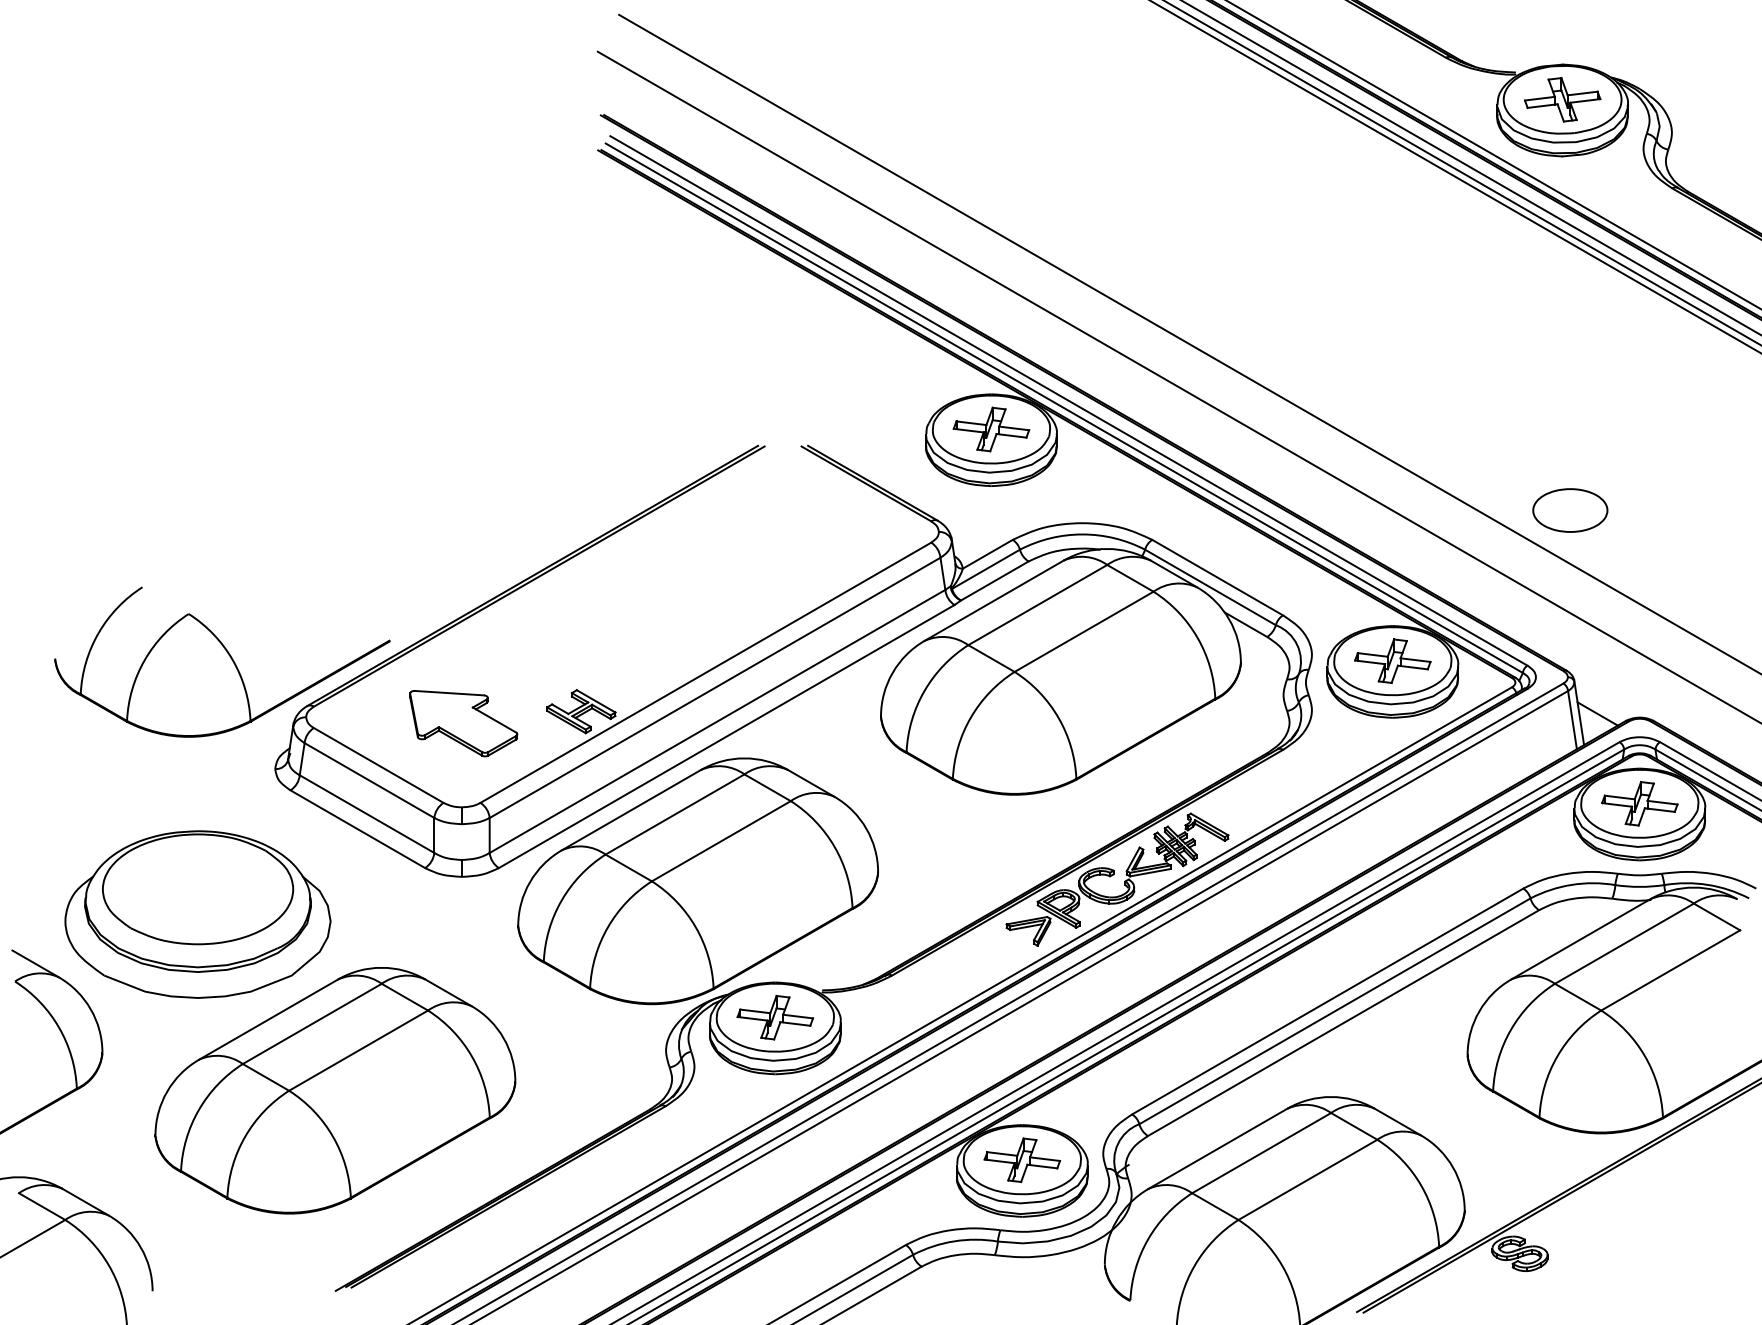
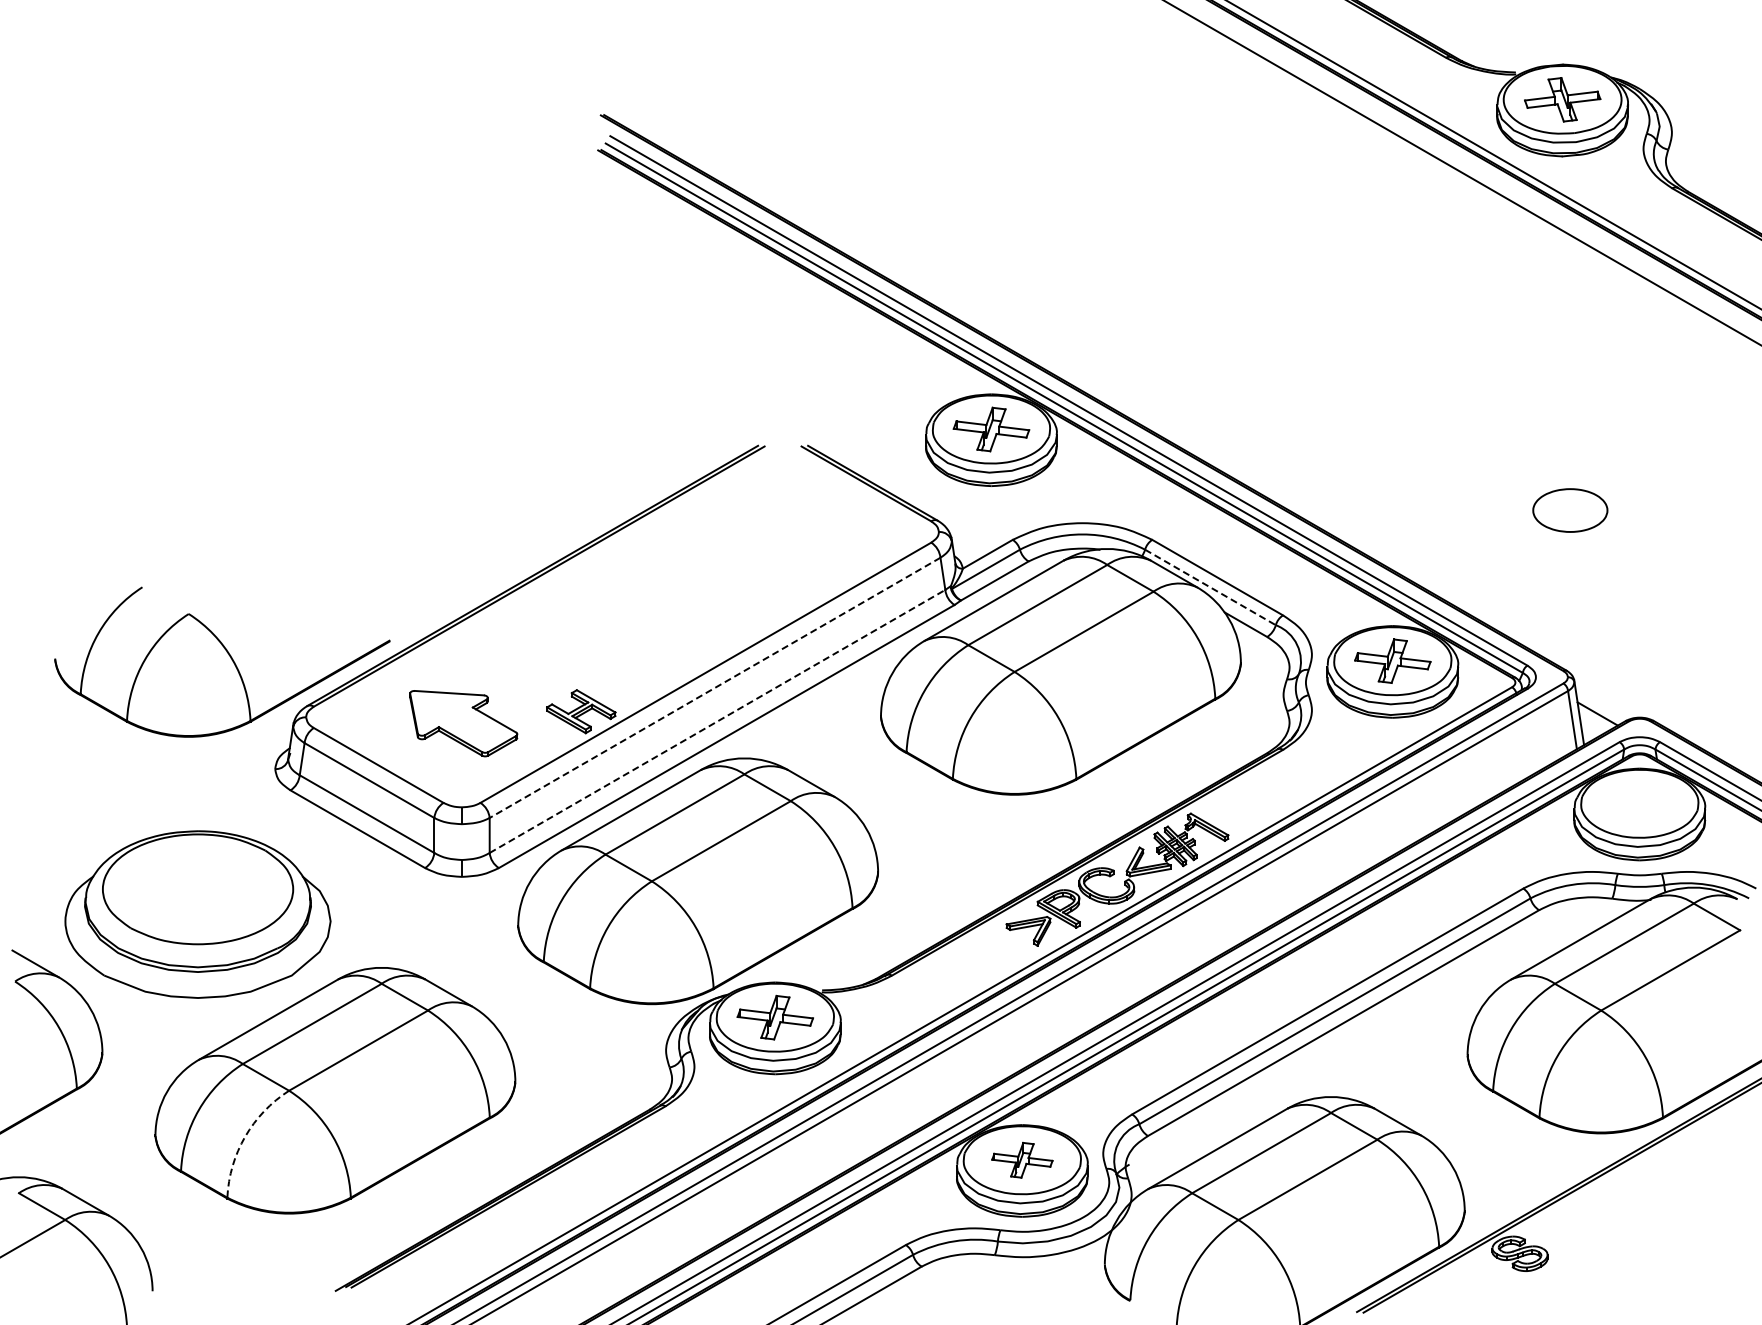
line at (1471, 167): present -> none
line at (1455, 177): present -> none
line at (1188, 343): present -> none
line at (1177, 386): present -> none
line at (1210, 587): solid -> dashed
line at (714, 688): solid -> dashed
line at (717, 721): solid -> dashed
part at (1639, 803): present -> none
arc at (245, 1136): solid -> dashed
part at (1022, 1160) size: 79x47 px -> 63x38 px
